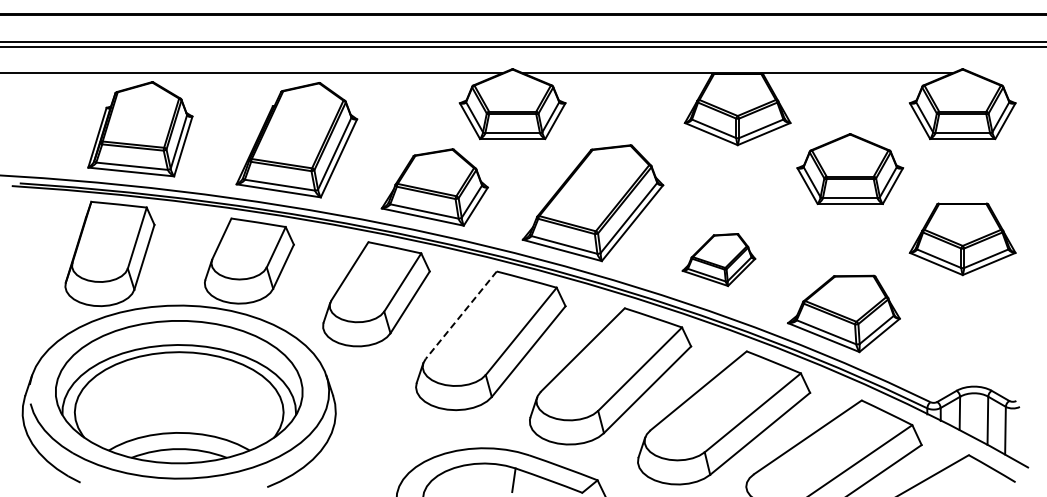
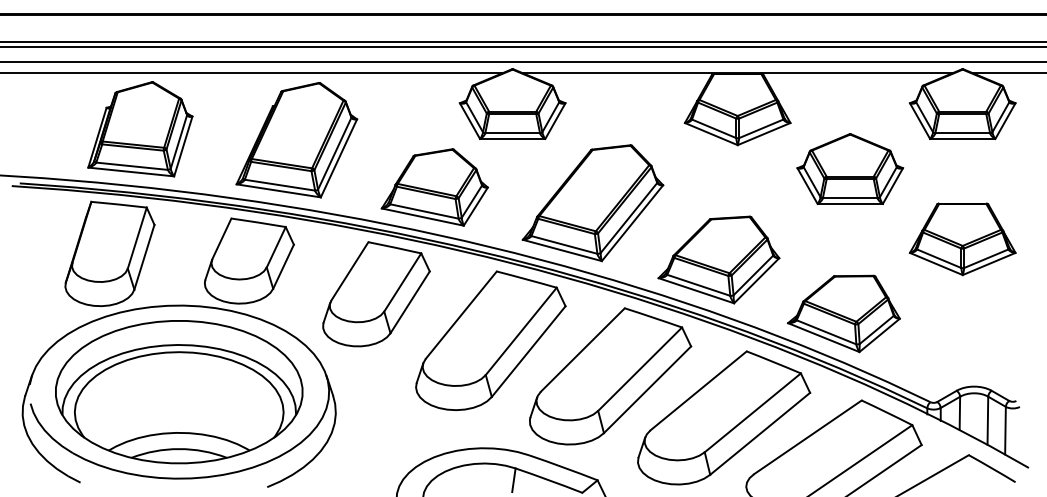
line at (522, 62): none -> present
line at (1007, 73): none -> present
part at (718, 260) size: 76x55 px -> 124x90 px
line at (461, 315): dashed -> solid
